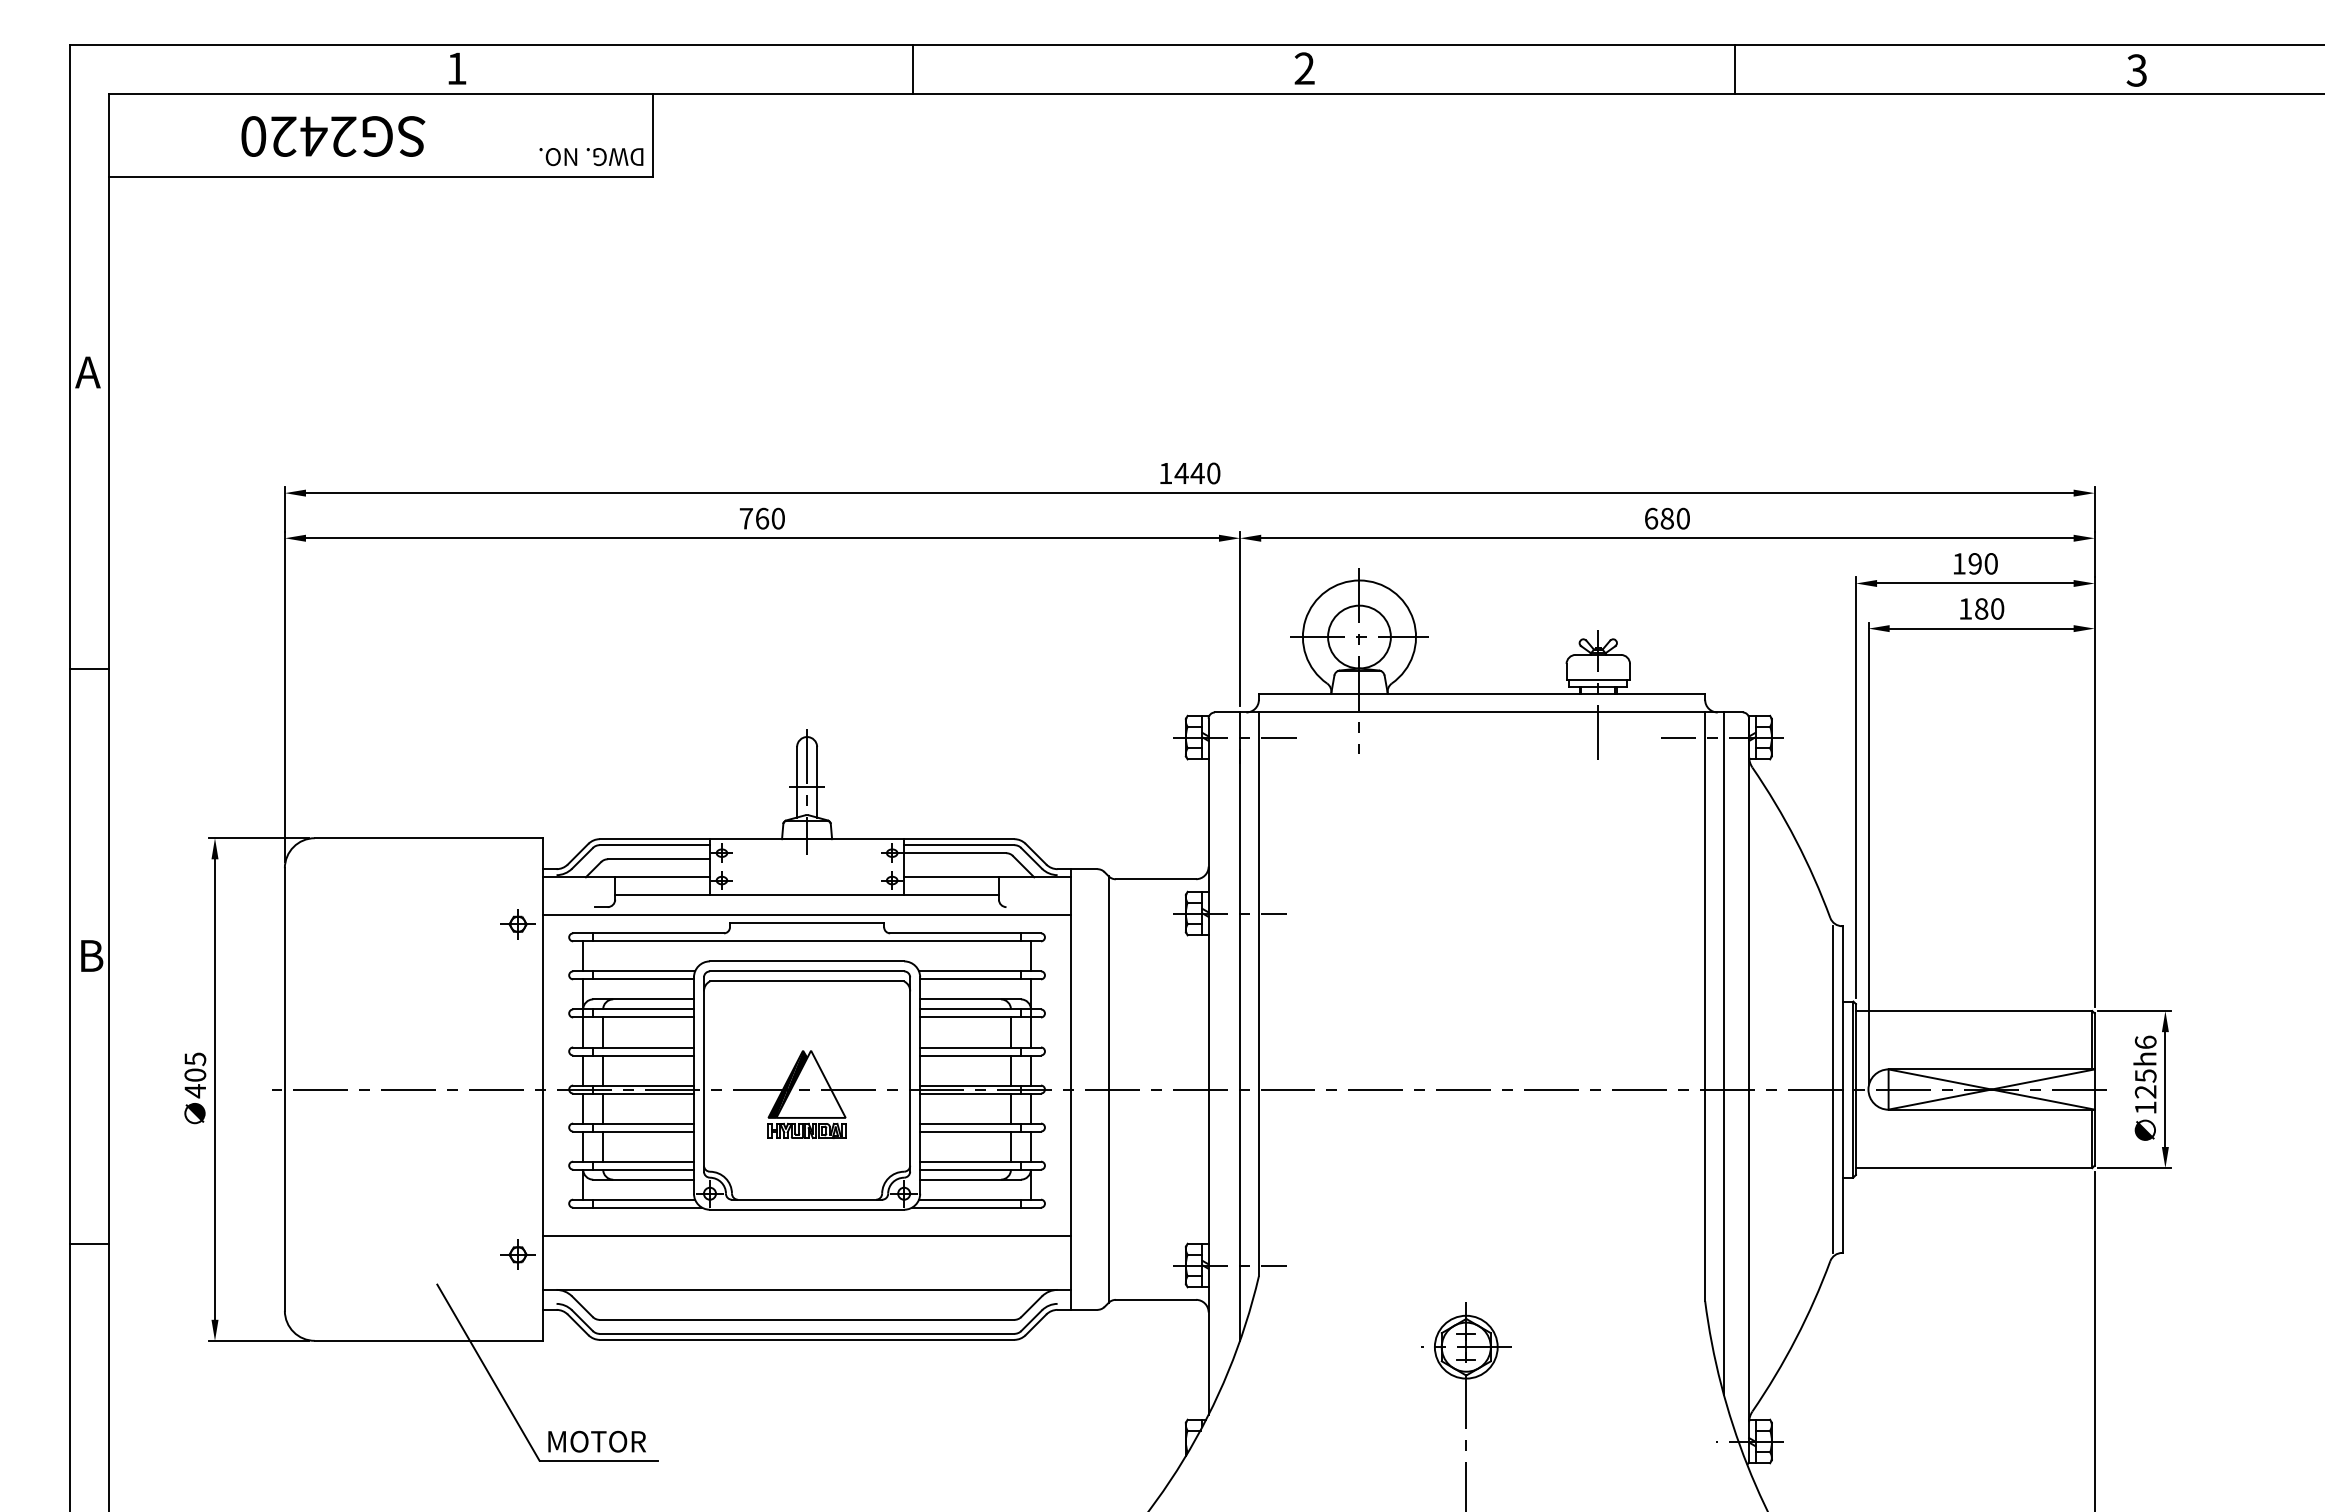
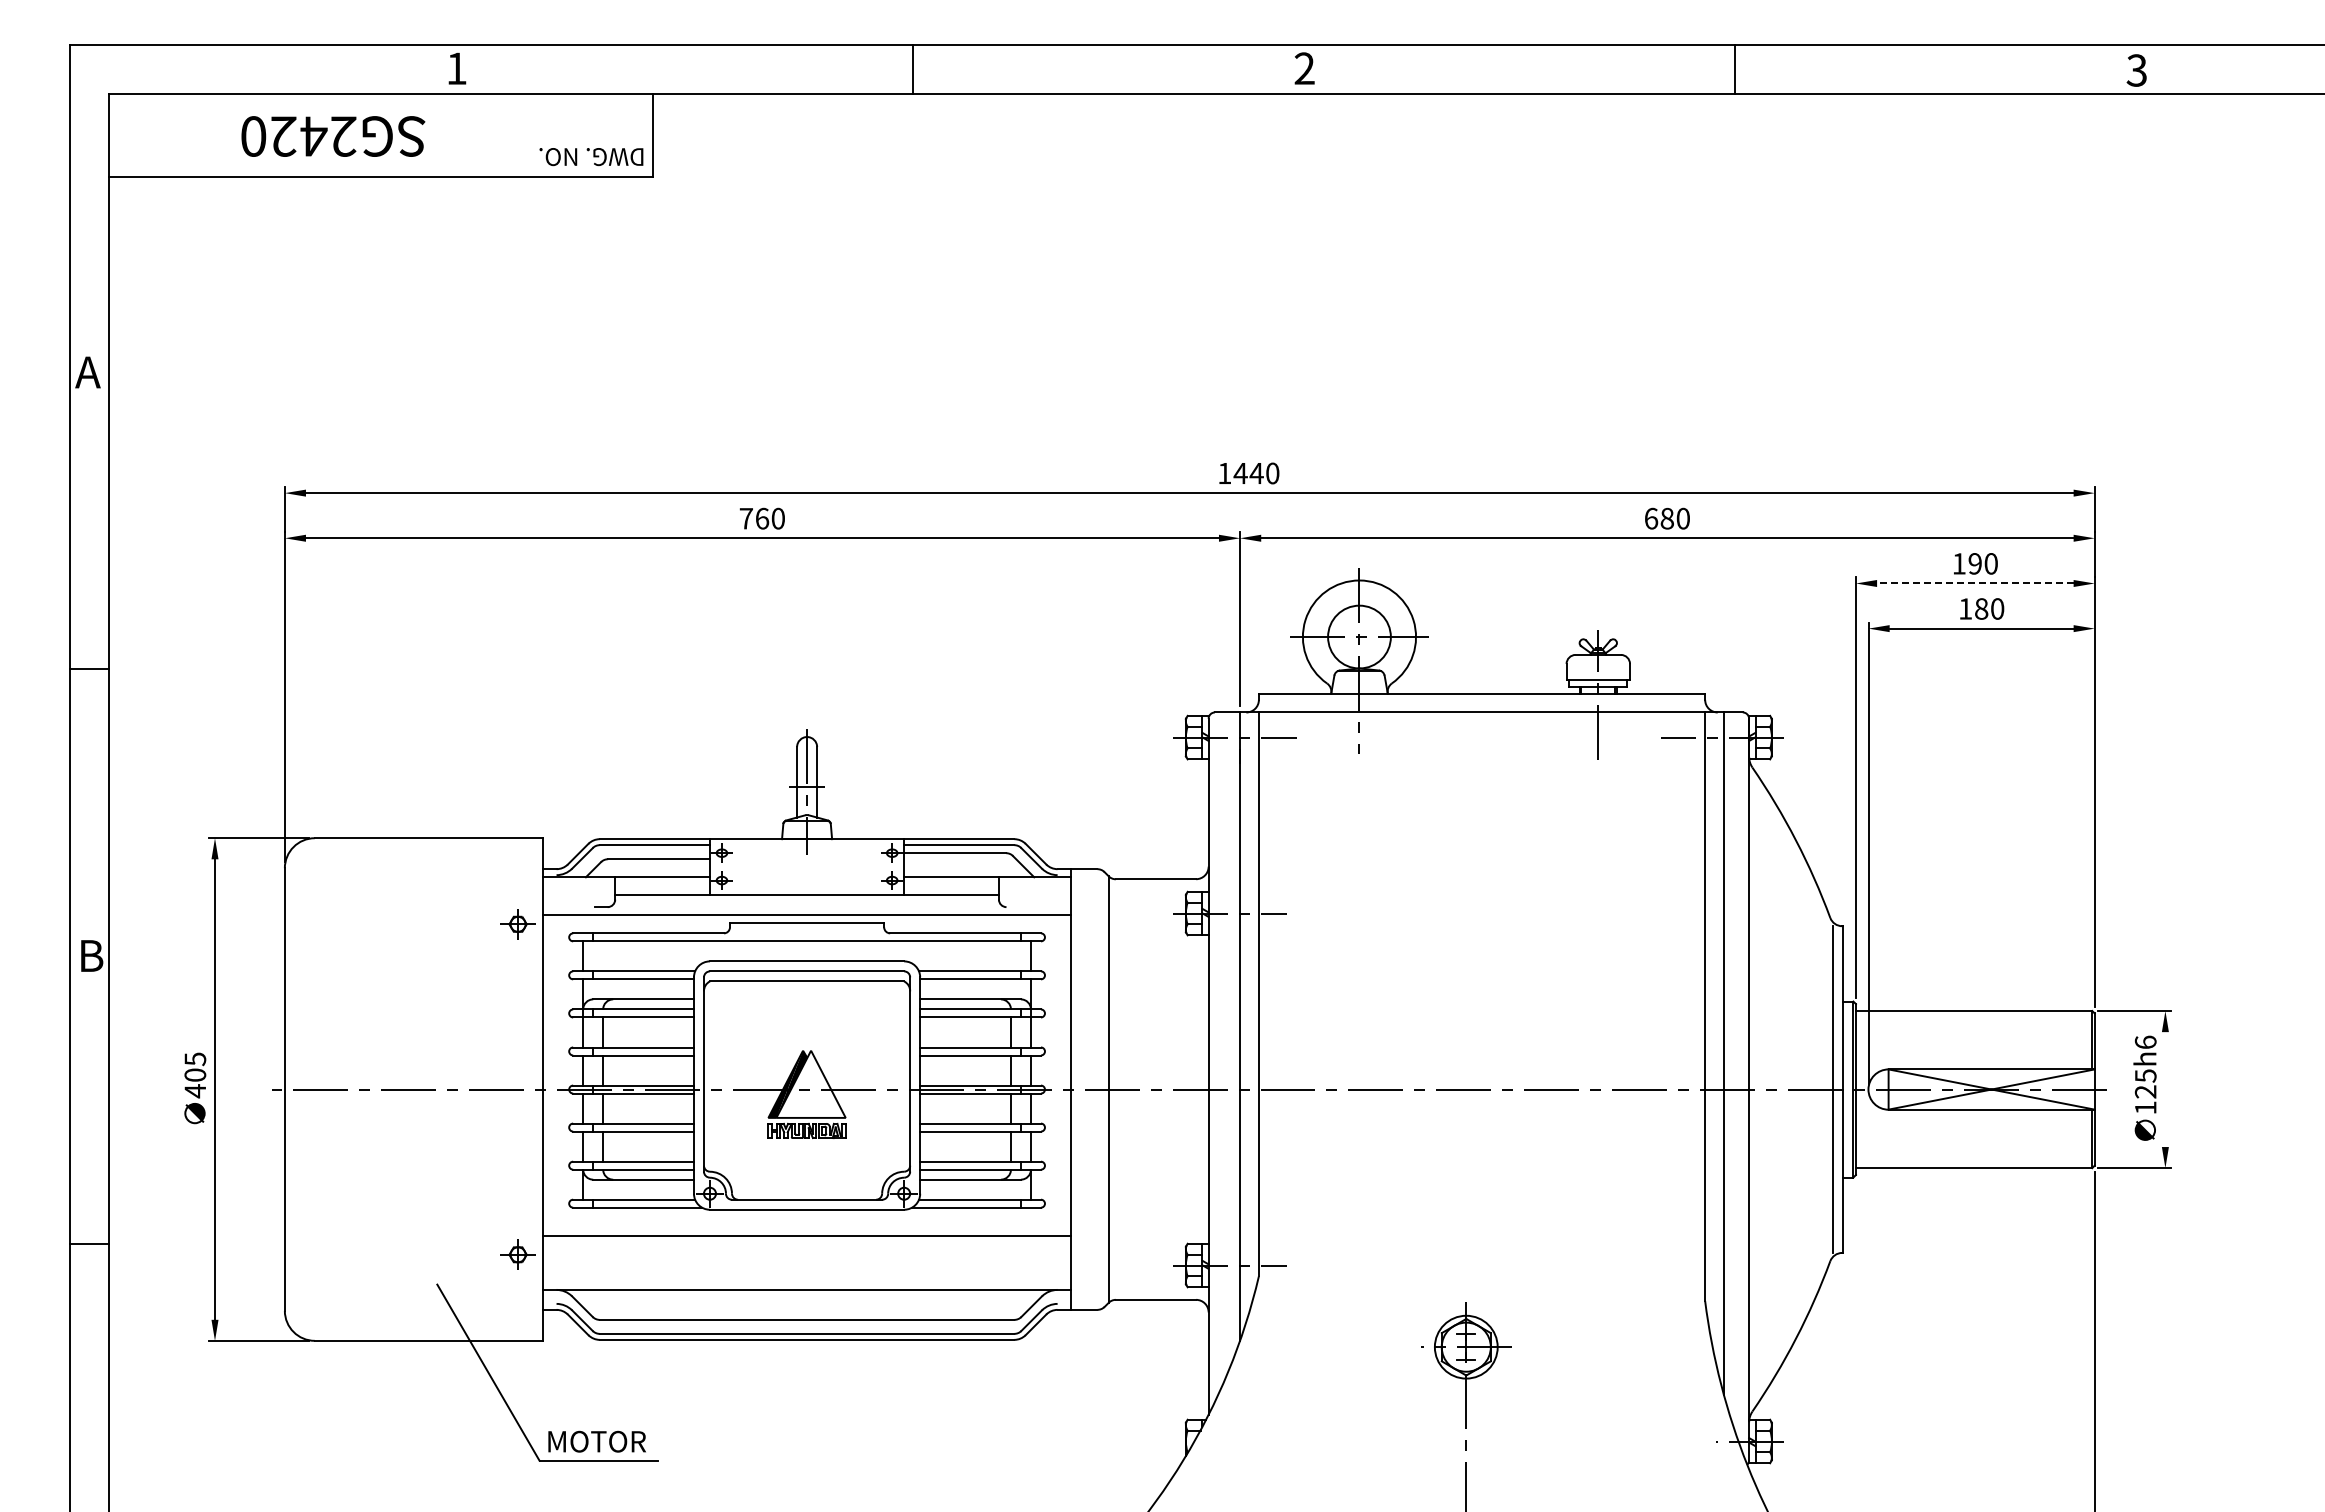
text at (1190, 473) position: (1190, 473) -> (1249, 473)
line at (1974, 583): solid -> dashed
line at (2165, 1089): present -> none
